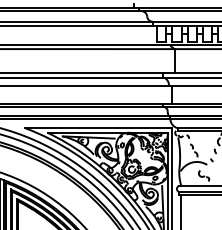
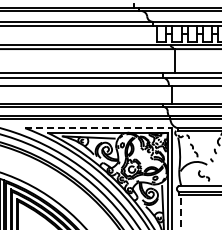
line at (98, 128): solid -> dashed
line at (180, 212): solid -> dashed
